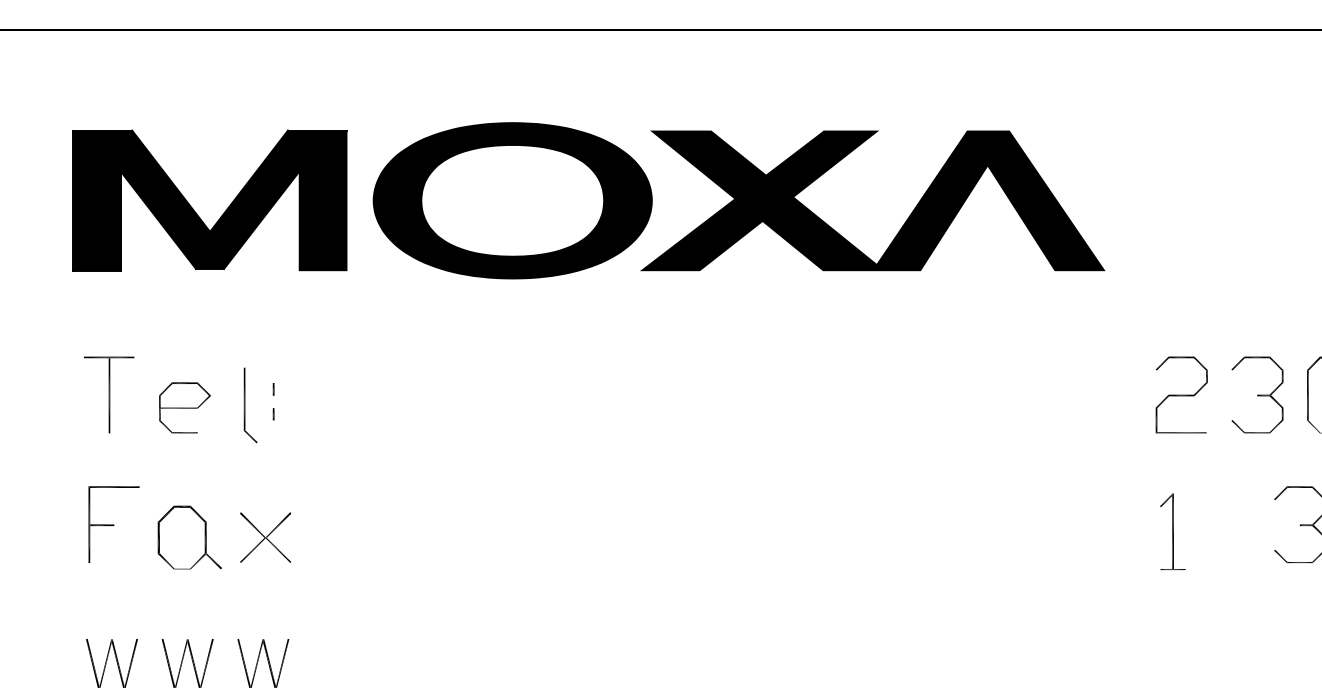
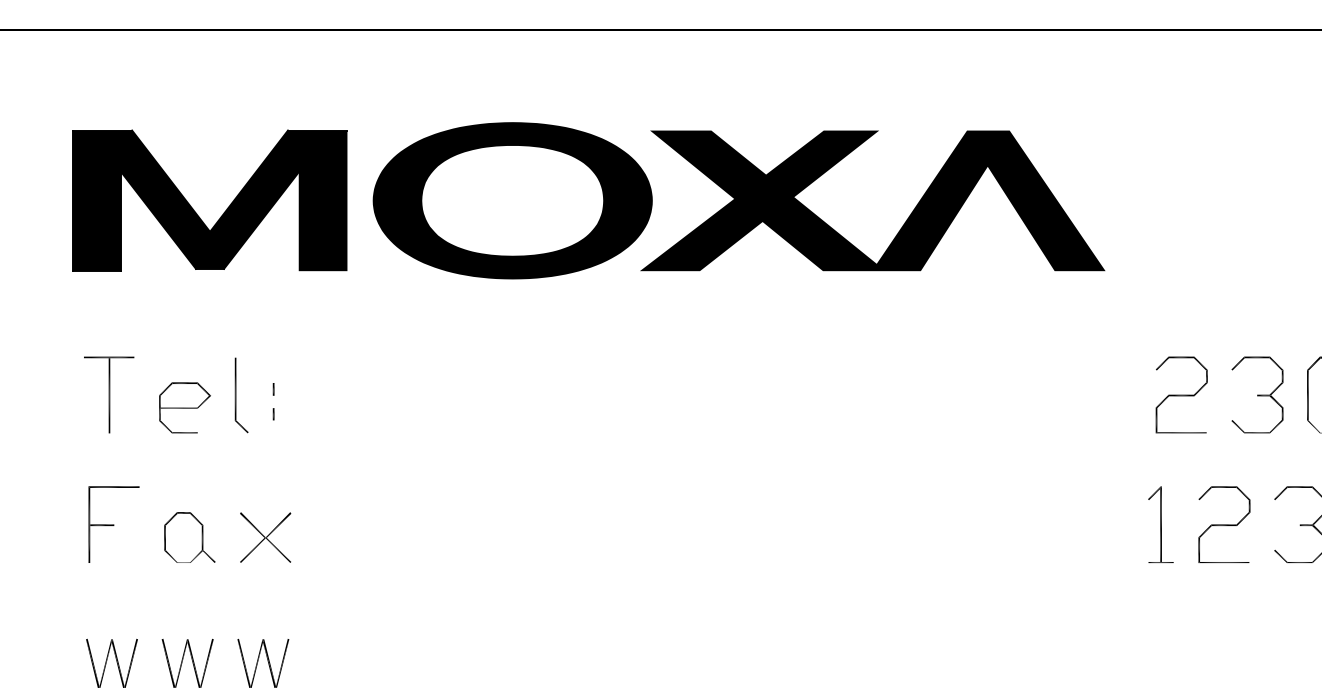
part at (250, 405) position: (250, 405) -> (241, 395)
part at (1224, 524): none -> present
part at (1172, 531) position: (1172, 531) -> (1160, 524)
part at (189, 537) size: 65x65 px -> 52x51 px
